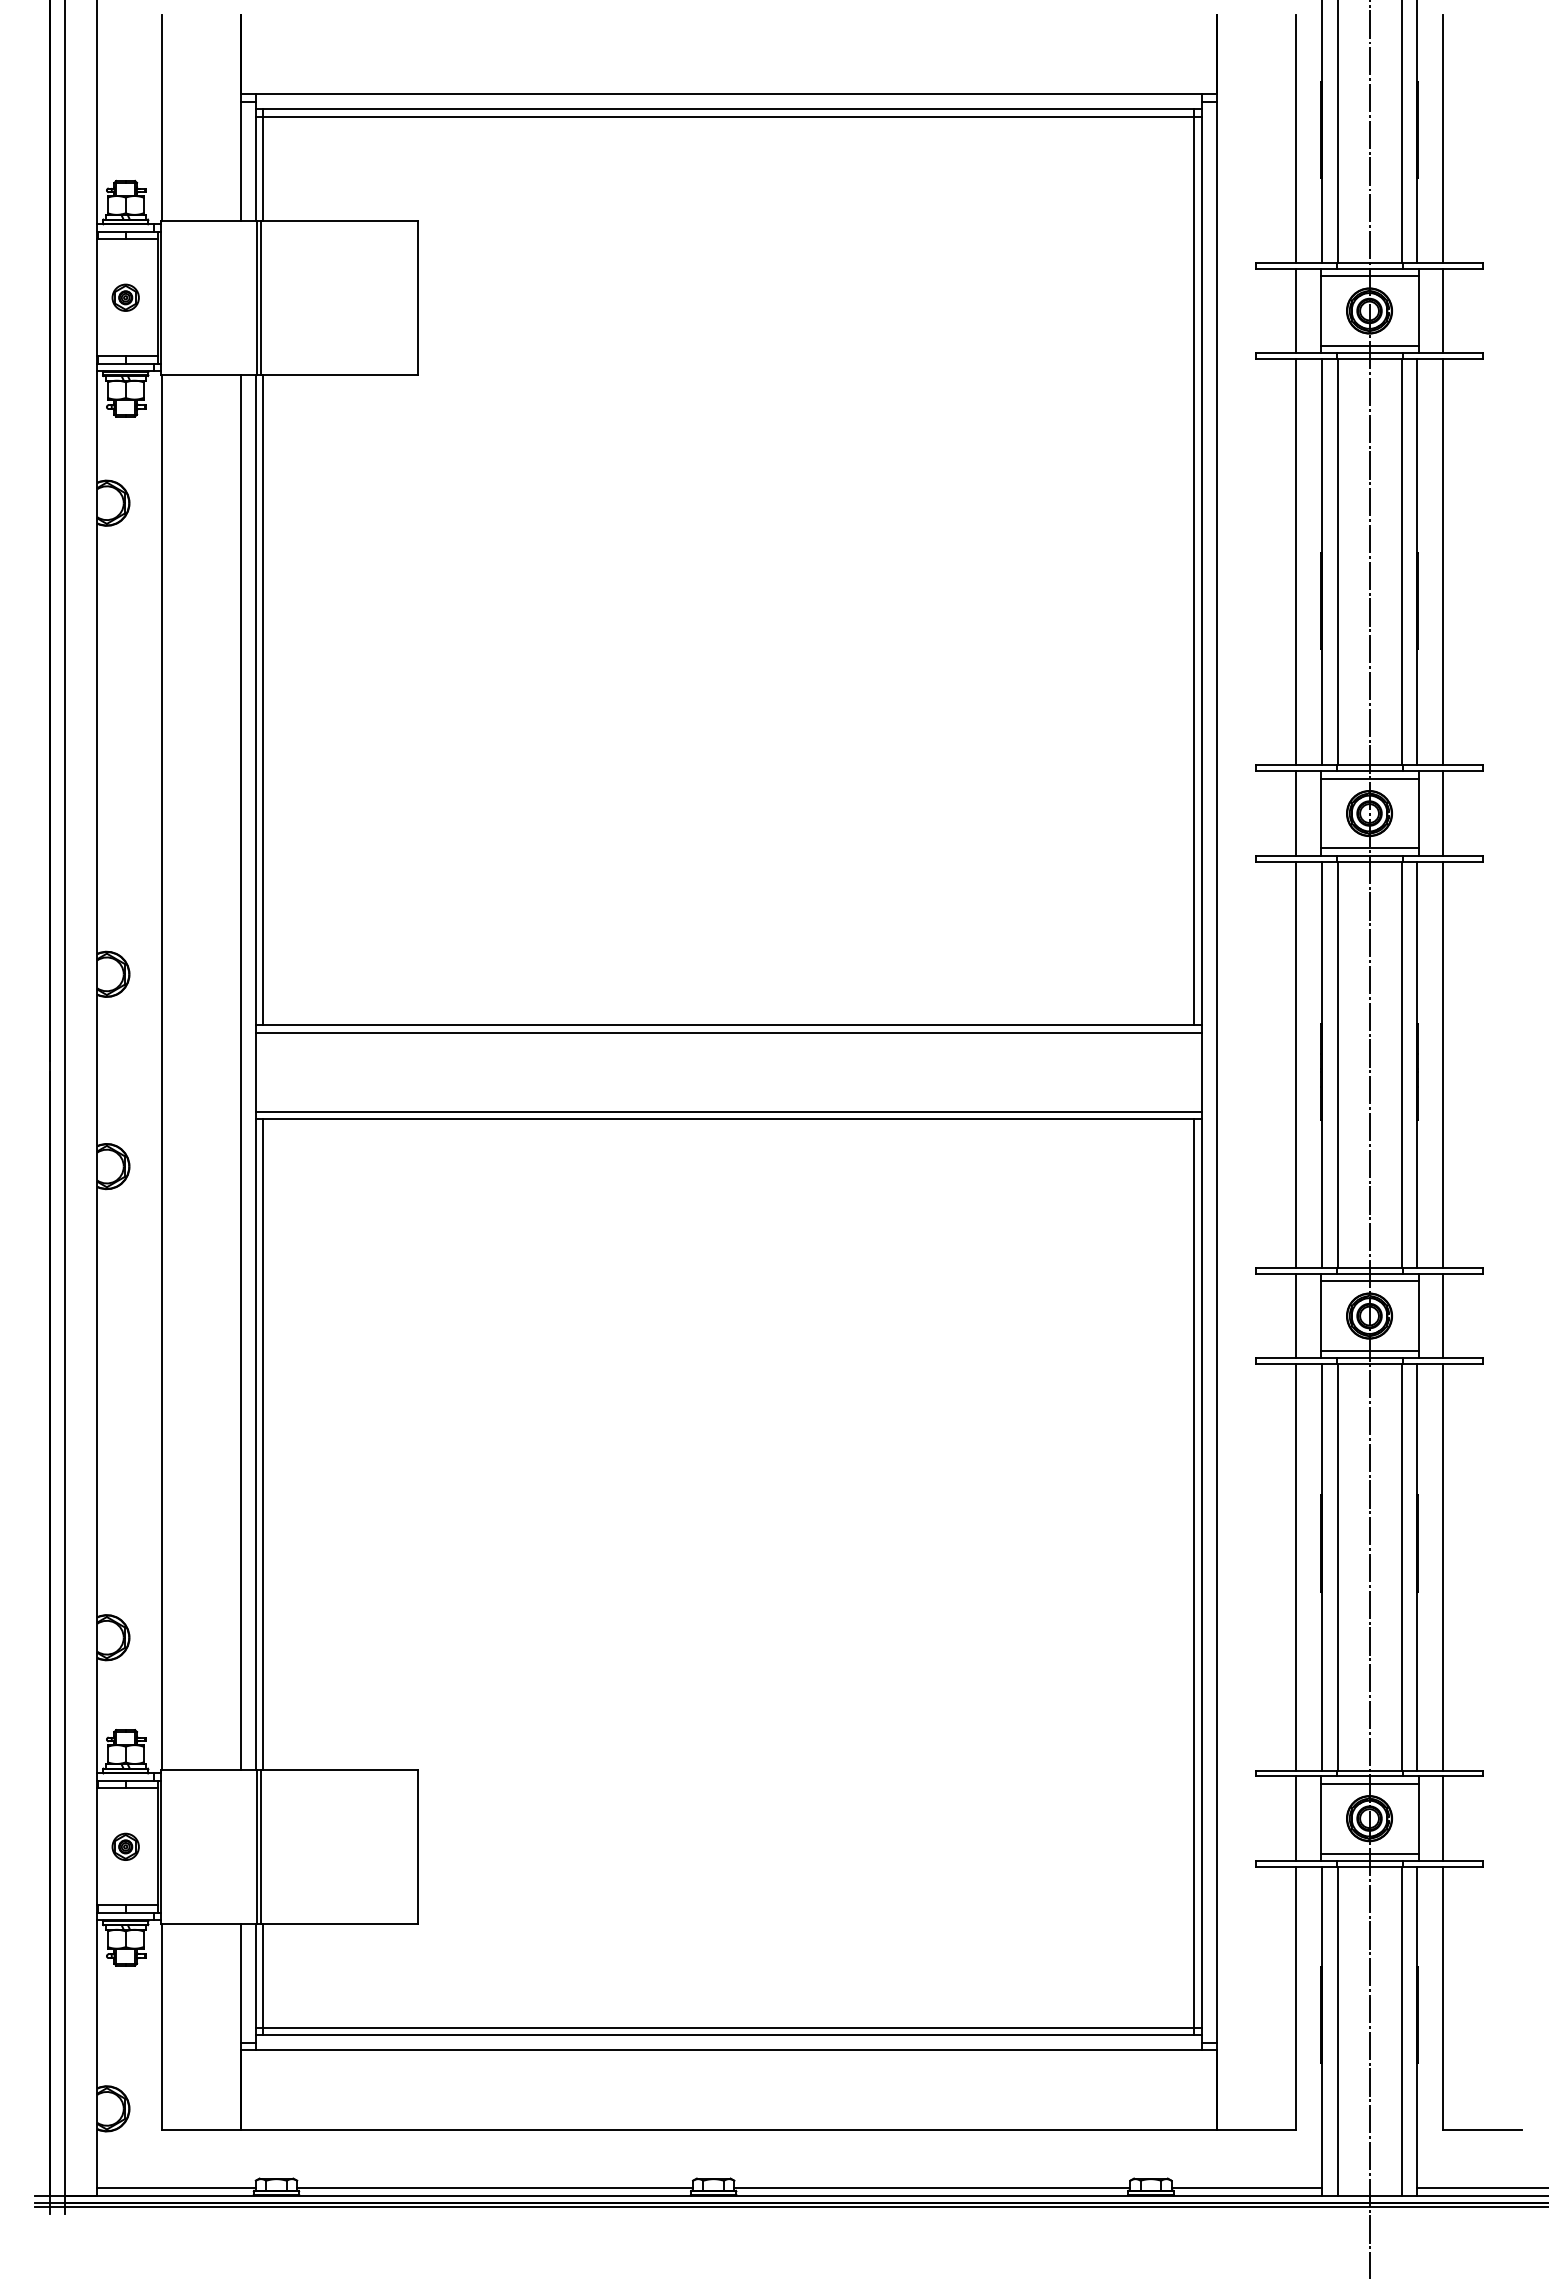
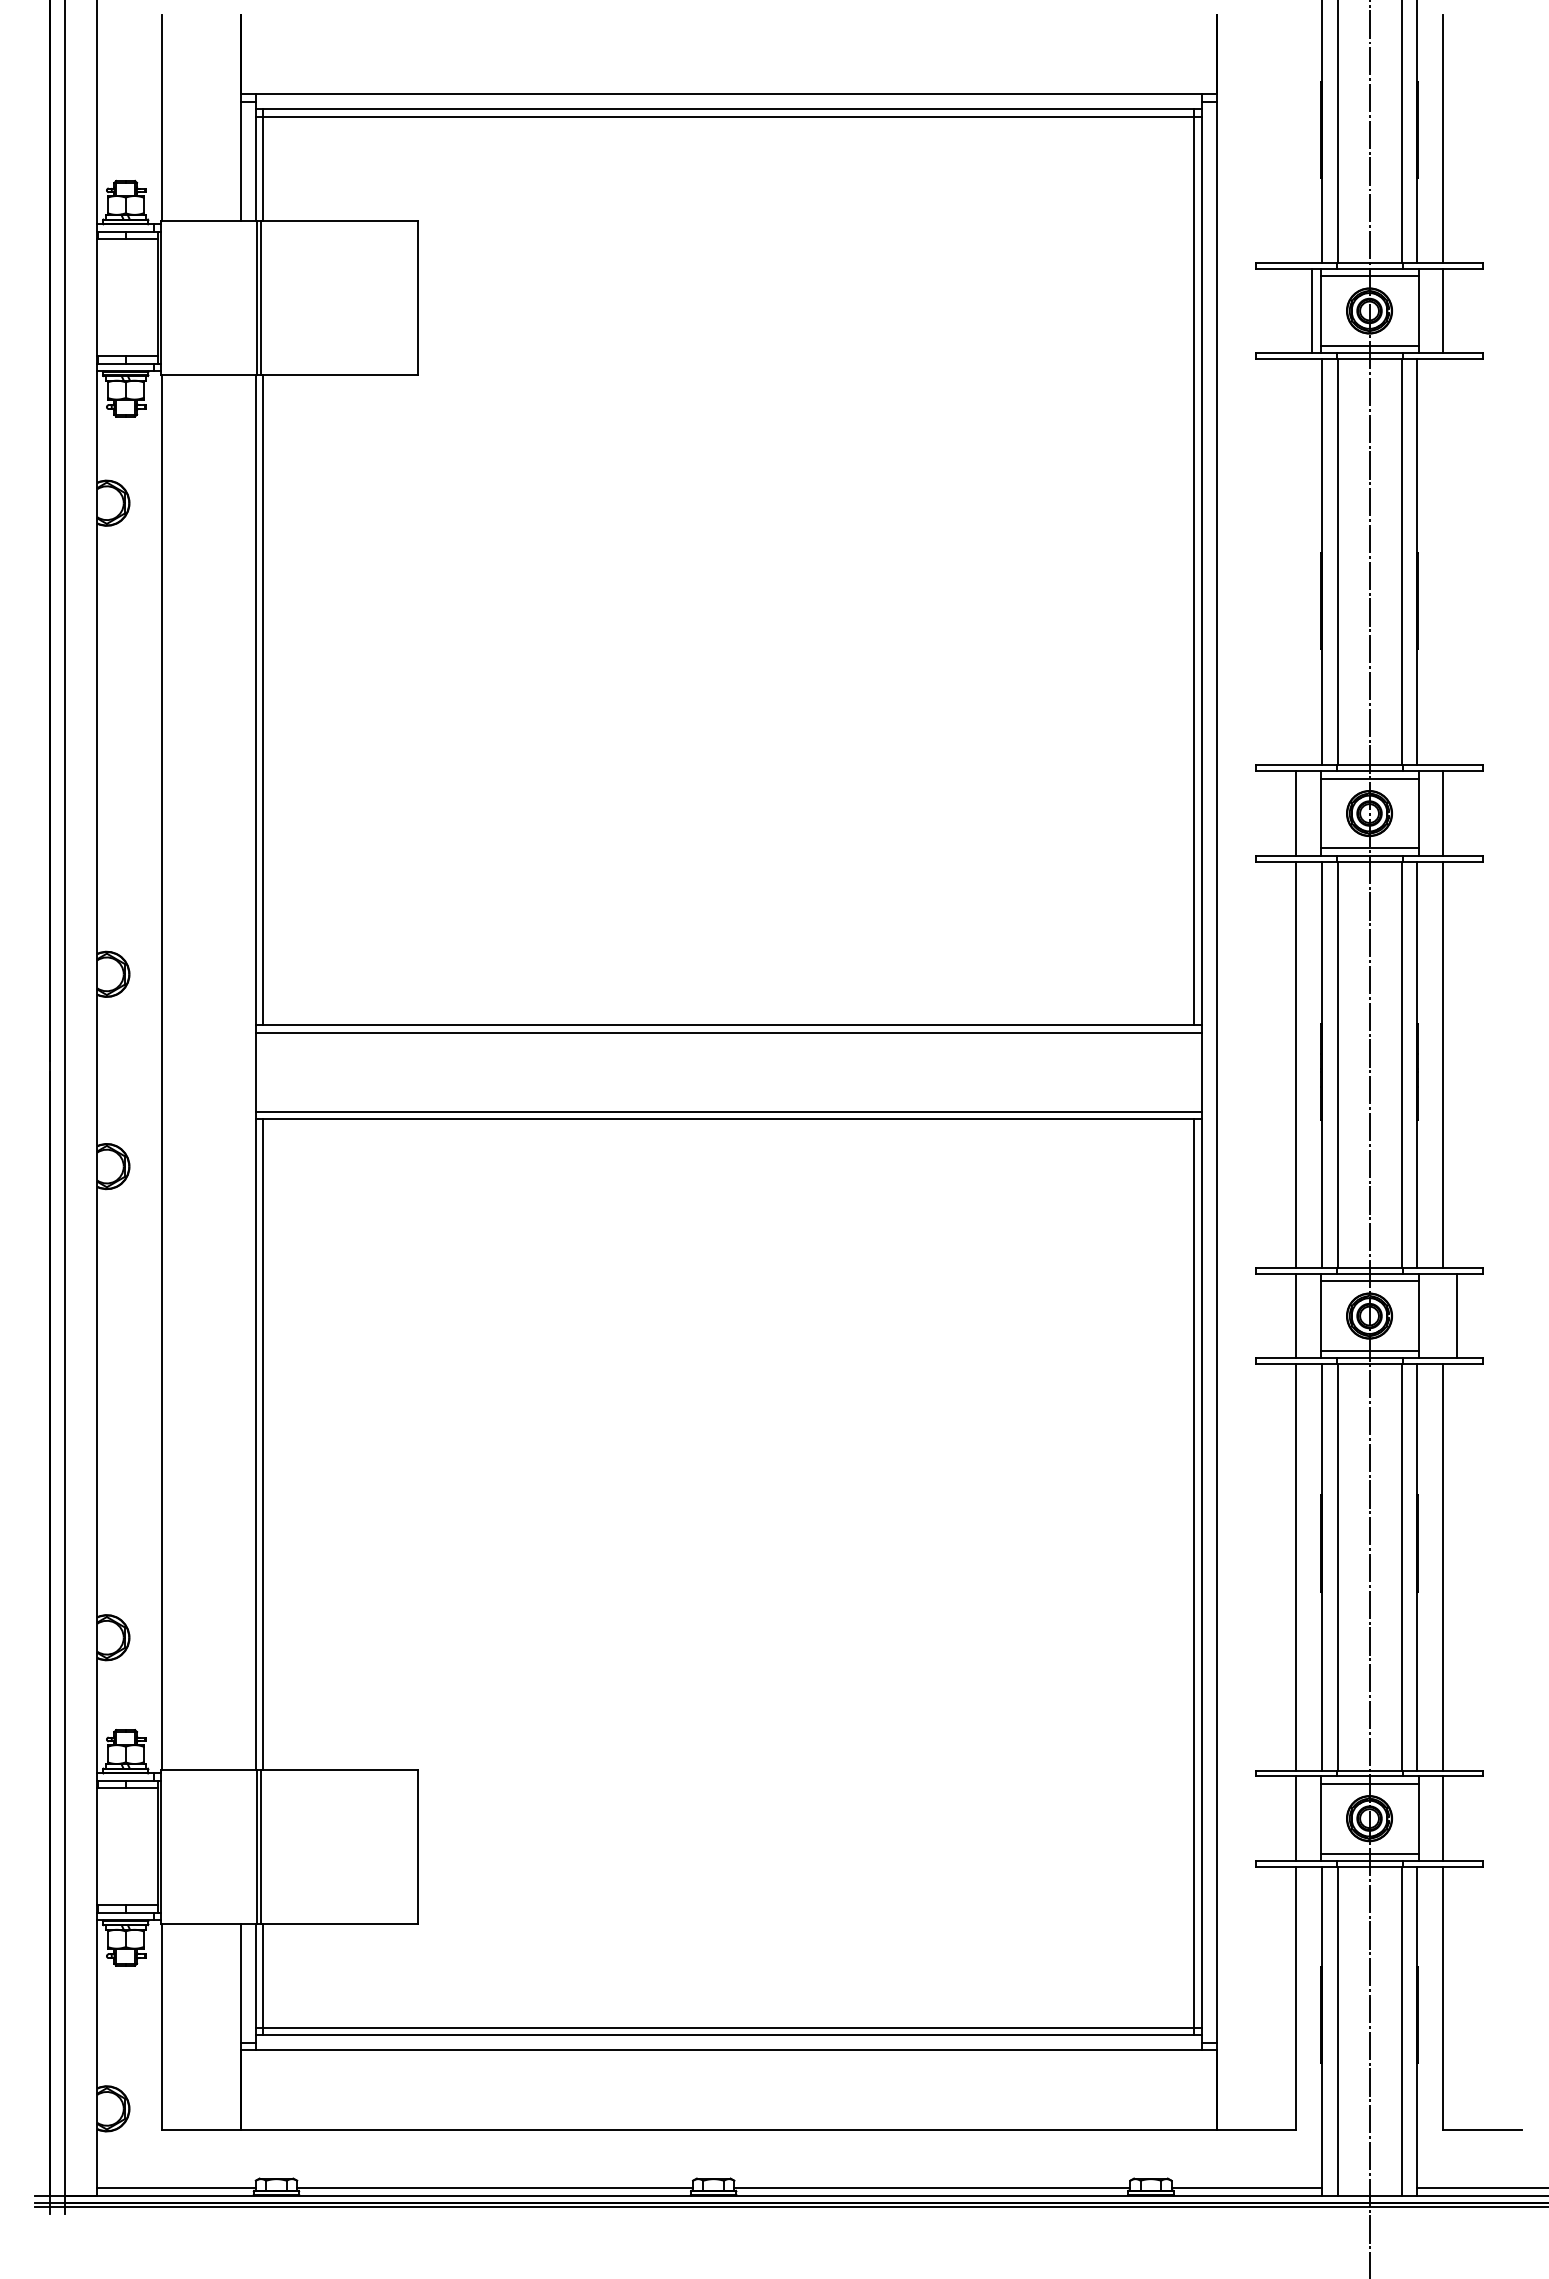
line at (1296, 138): present -> none
part at (125, 297): present -> none
line at (1296, 310) position: (1296, 310) -> (1312, 310)
line at (1296, 562): present -> none
line at (1443, 562): present -> none
line at (240, 1072): present -> none
line at (1443, 1315) position: (1443, 1315) -> (1457, 1315)
part at (125, 1846): present -> none
